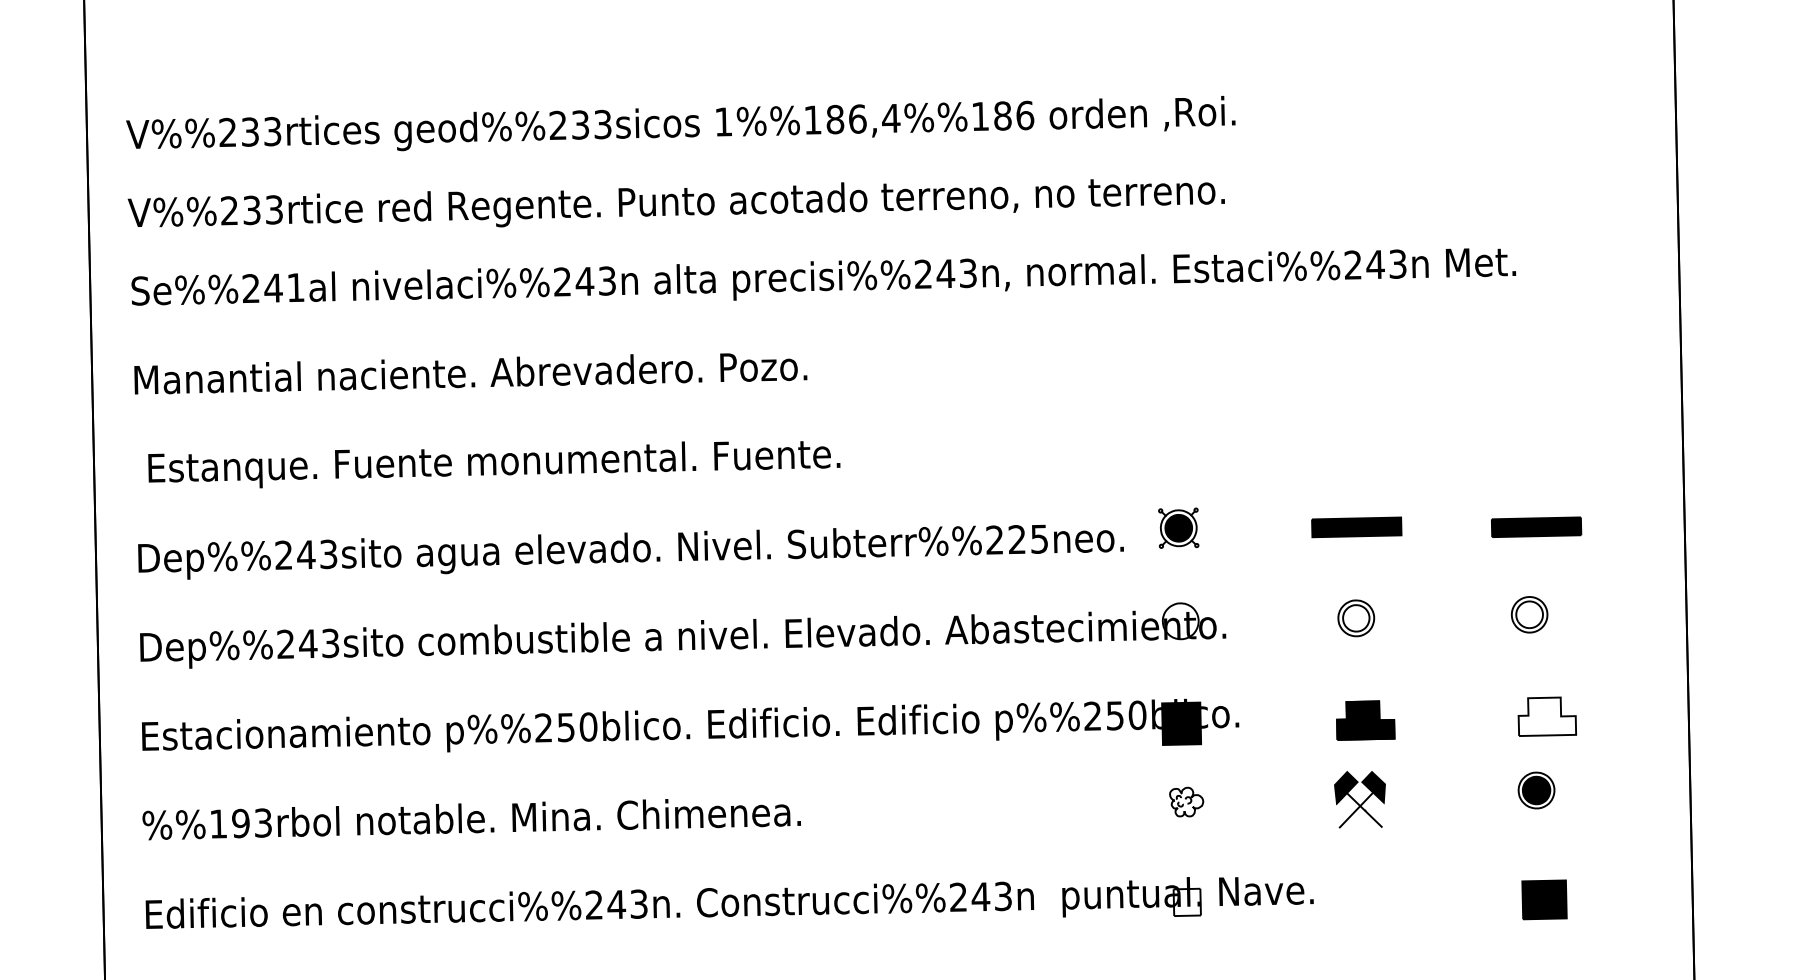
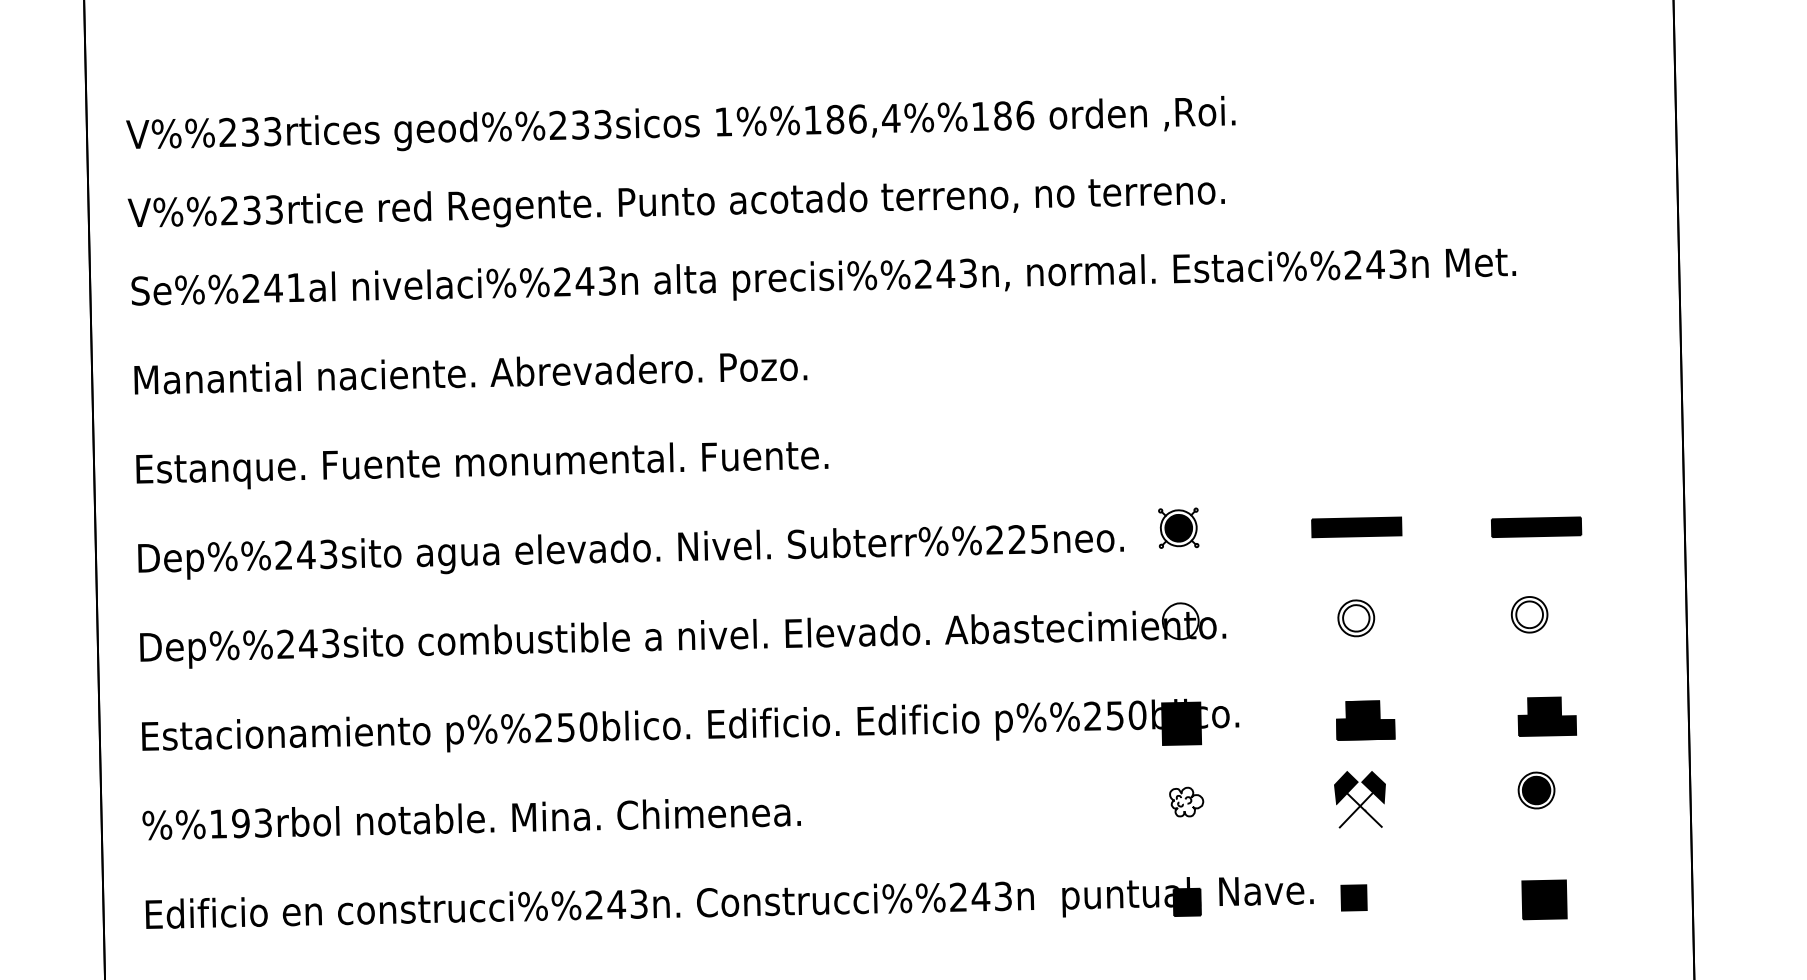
text at (494, 464) position: (494, 464) -> (482, 465)
fill at (1547, 716): none -> present
part at (1353, 897): none -> present
fill at (1186, 902): none -> present
